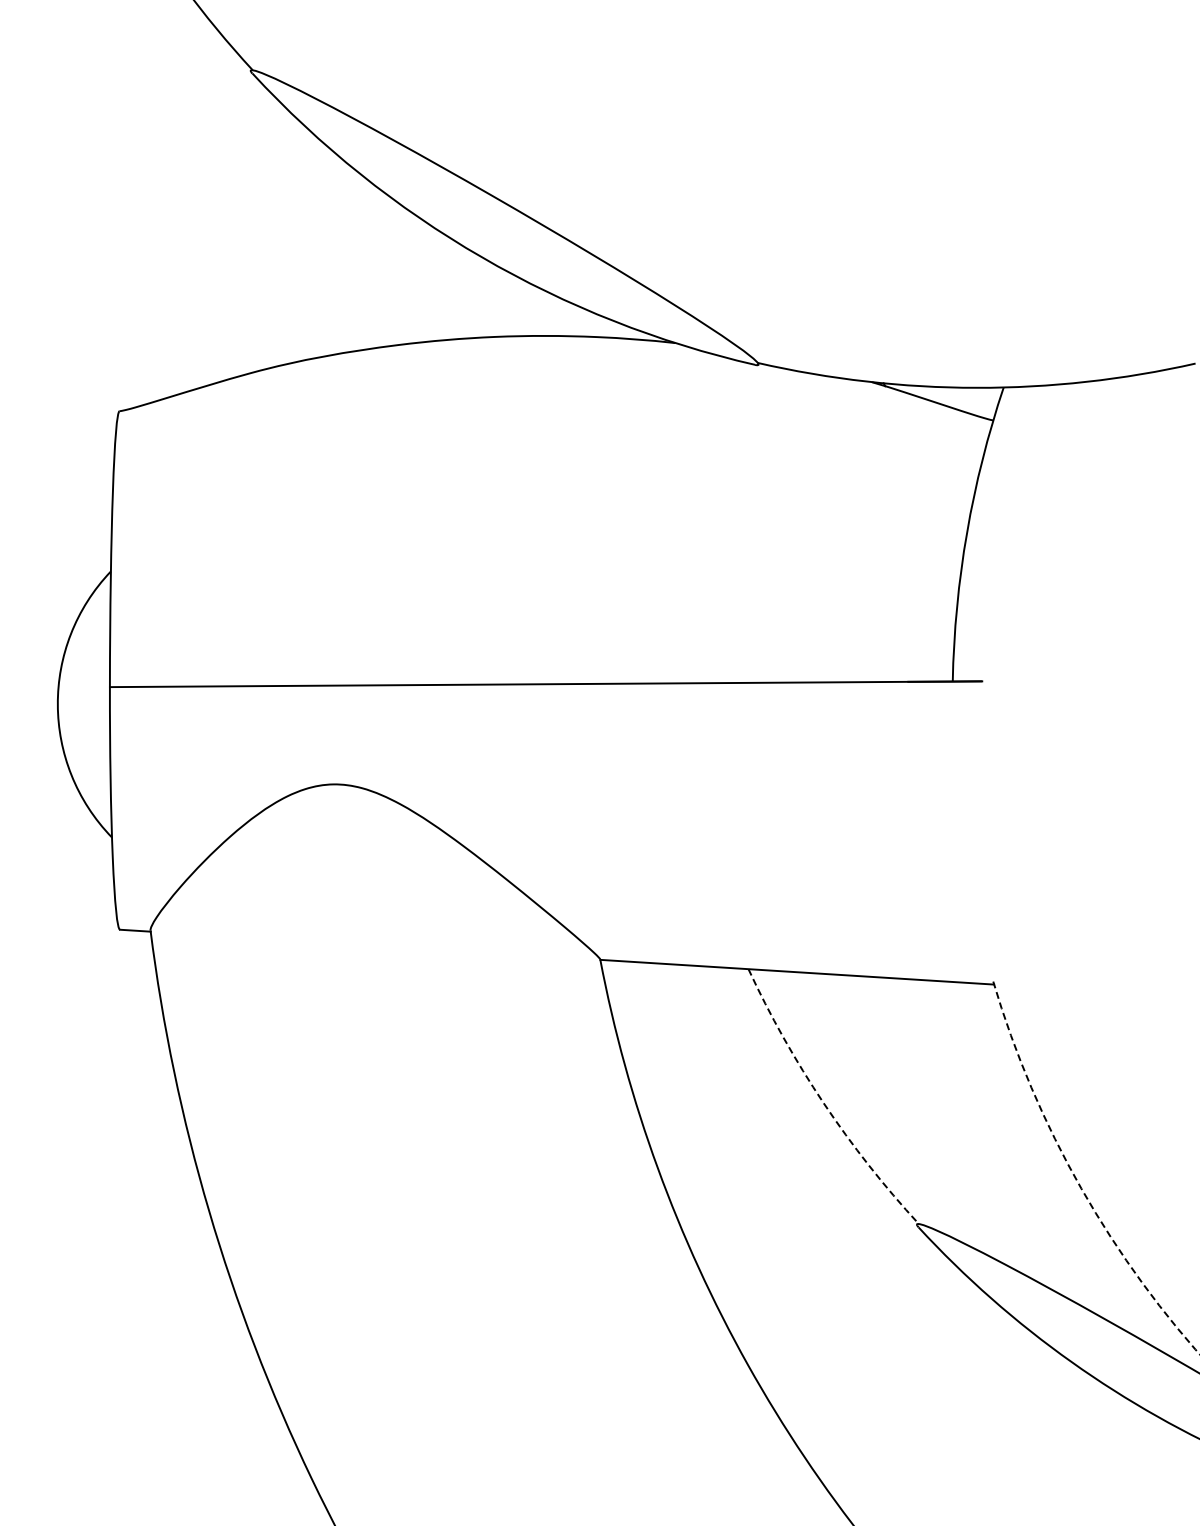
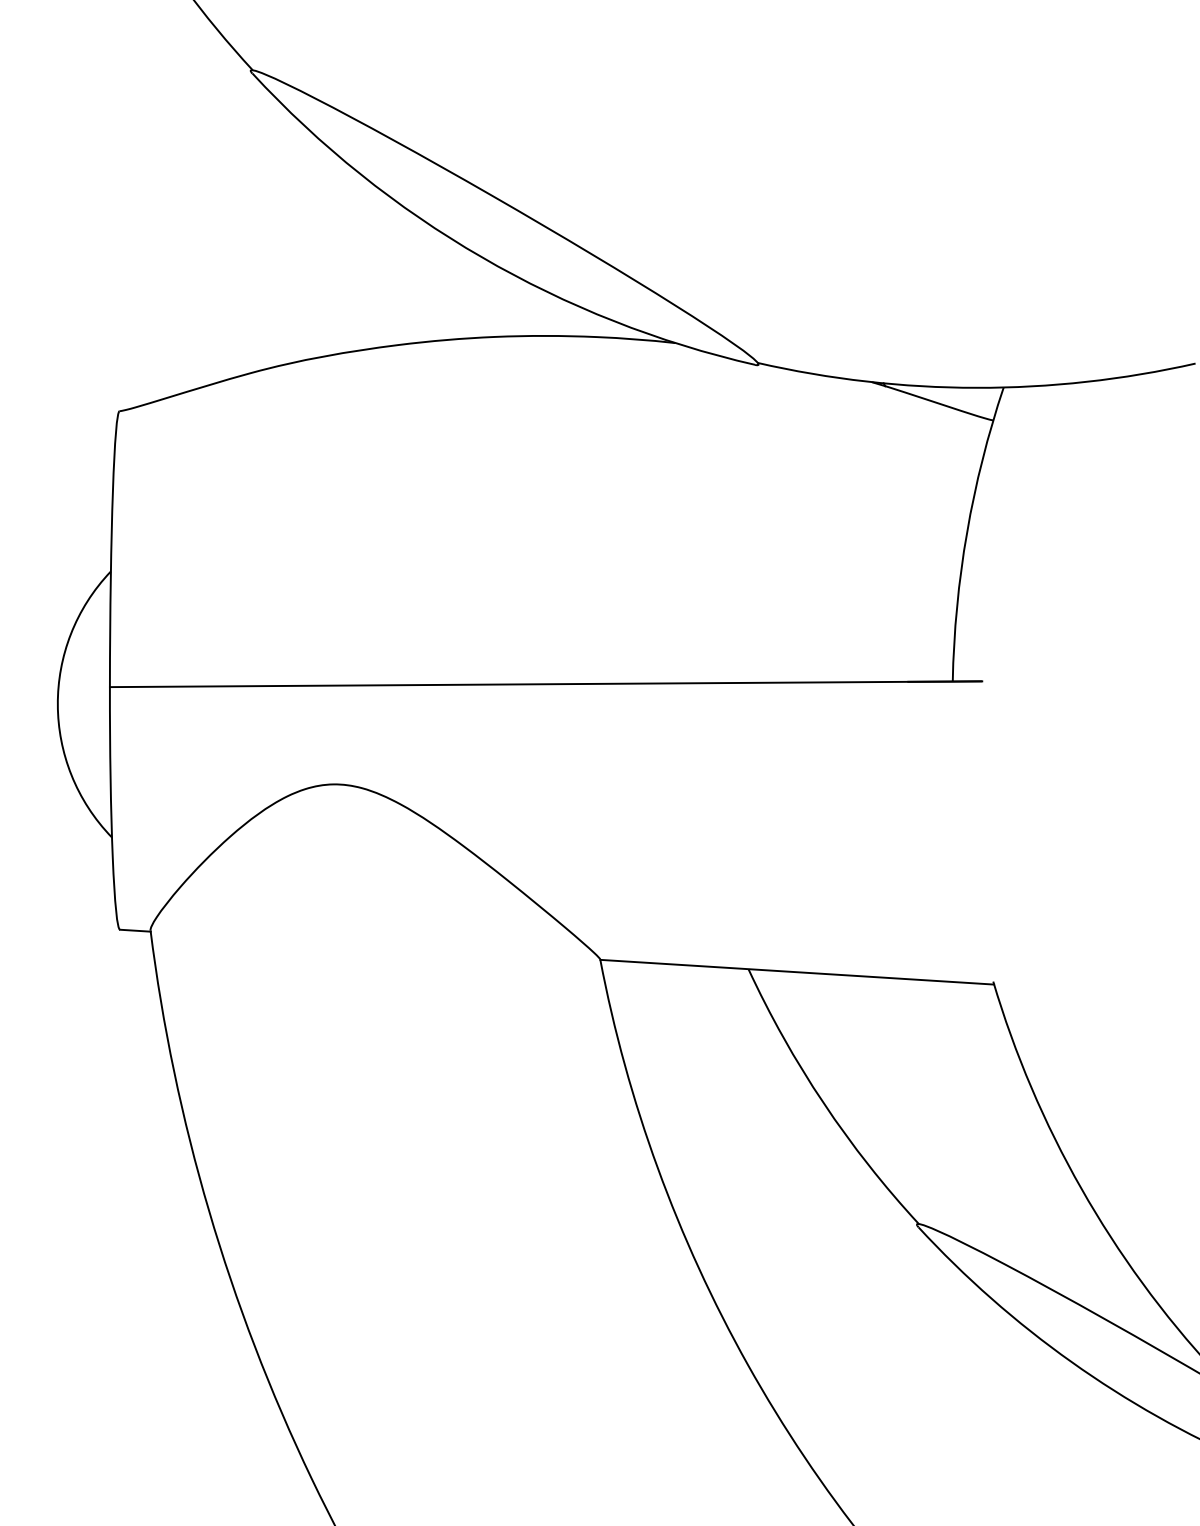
arc at (823, 1103): dashed -> solid
arc at (1076, 1180): dashed -> solid
